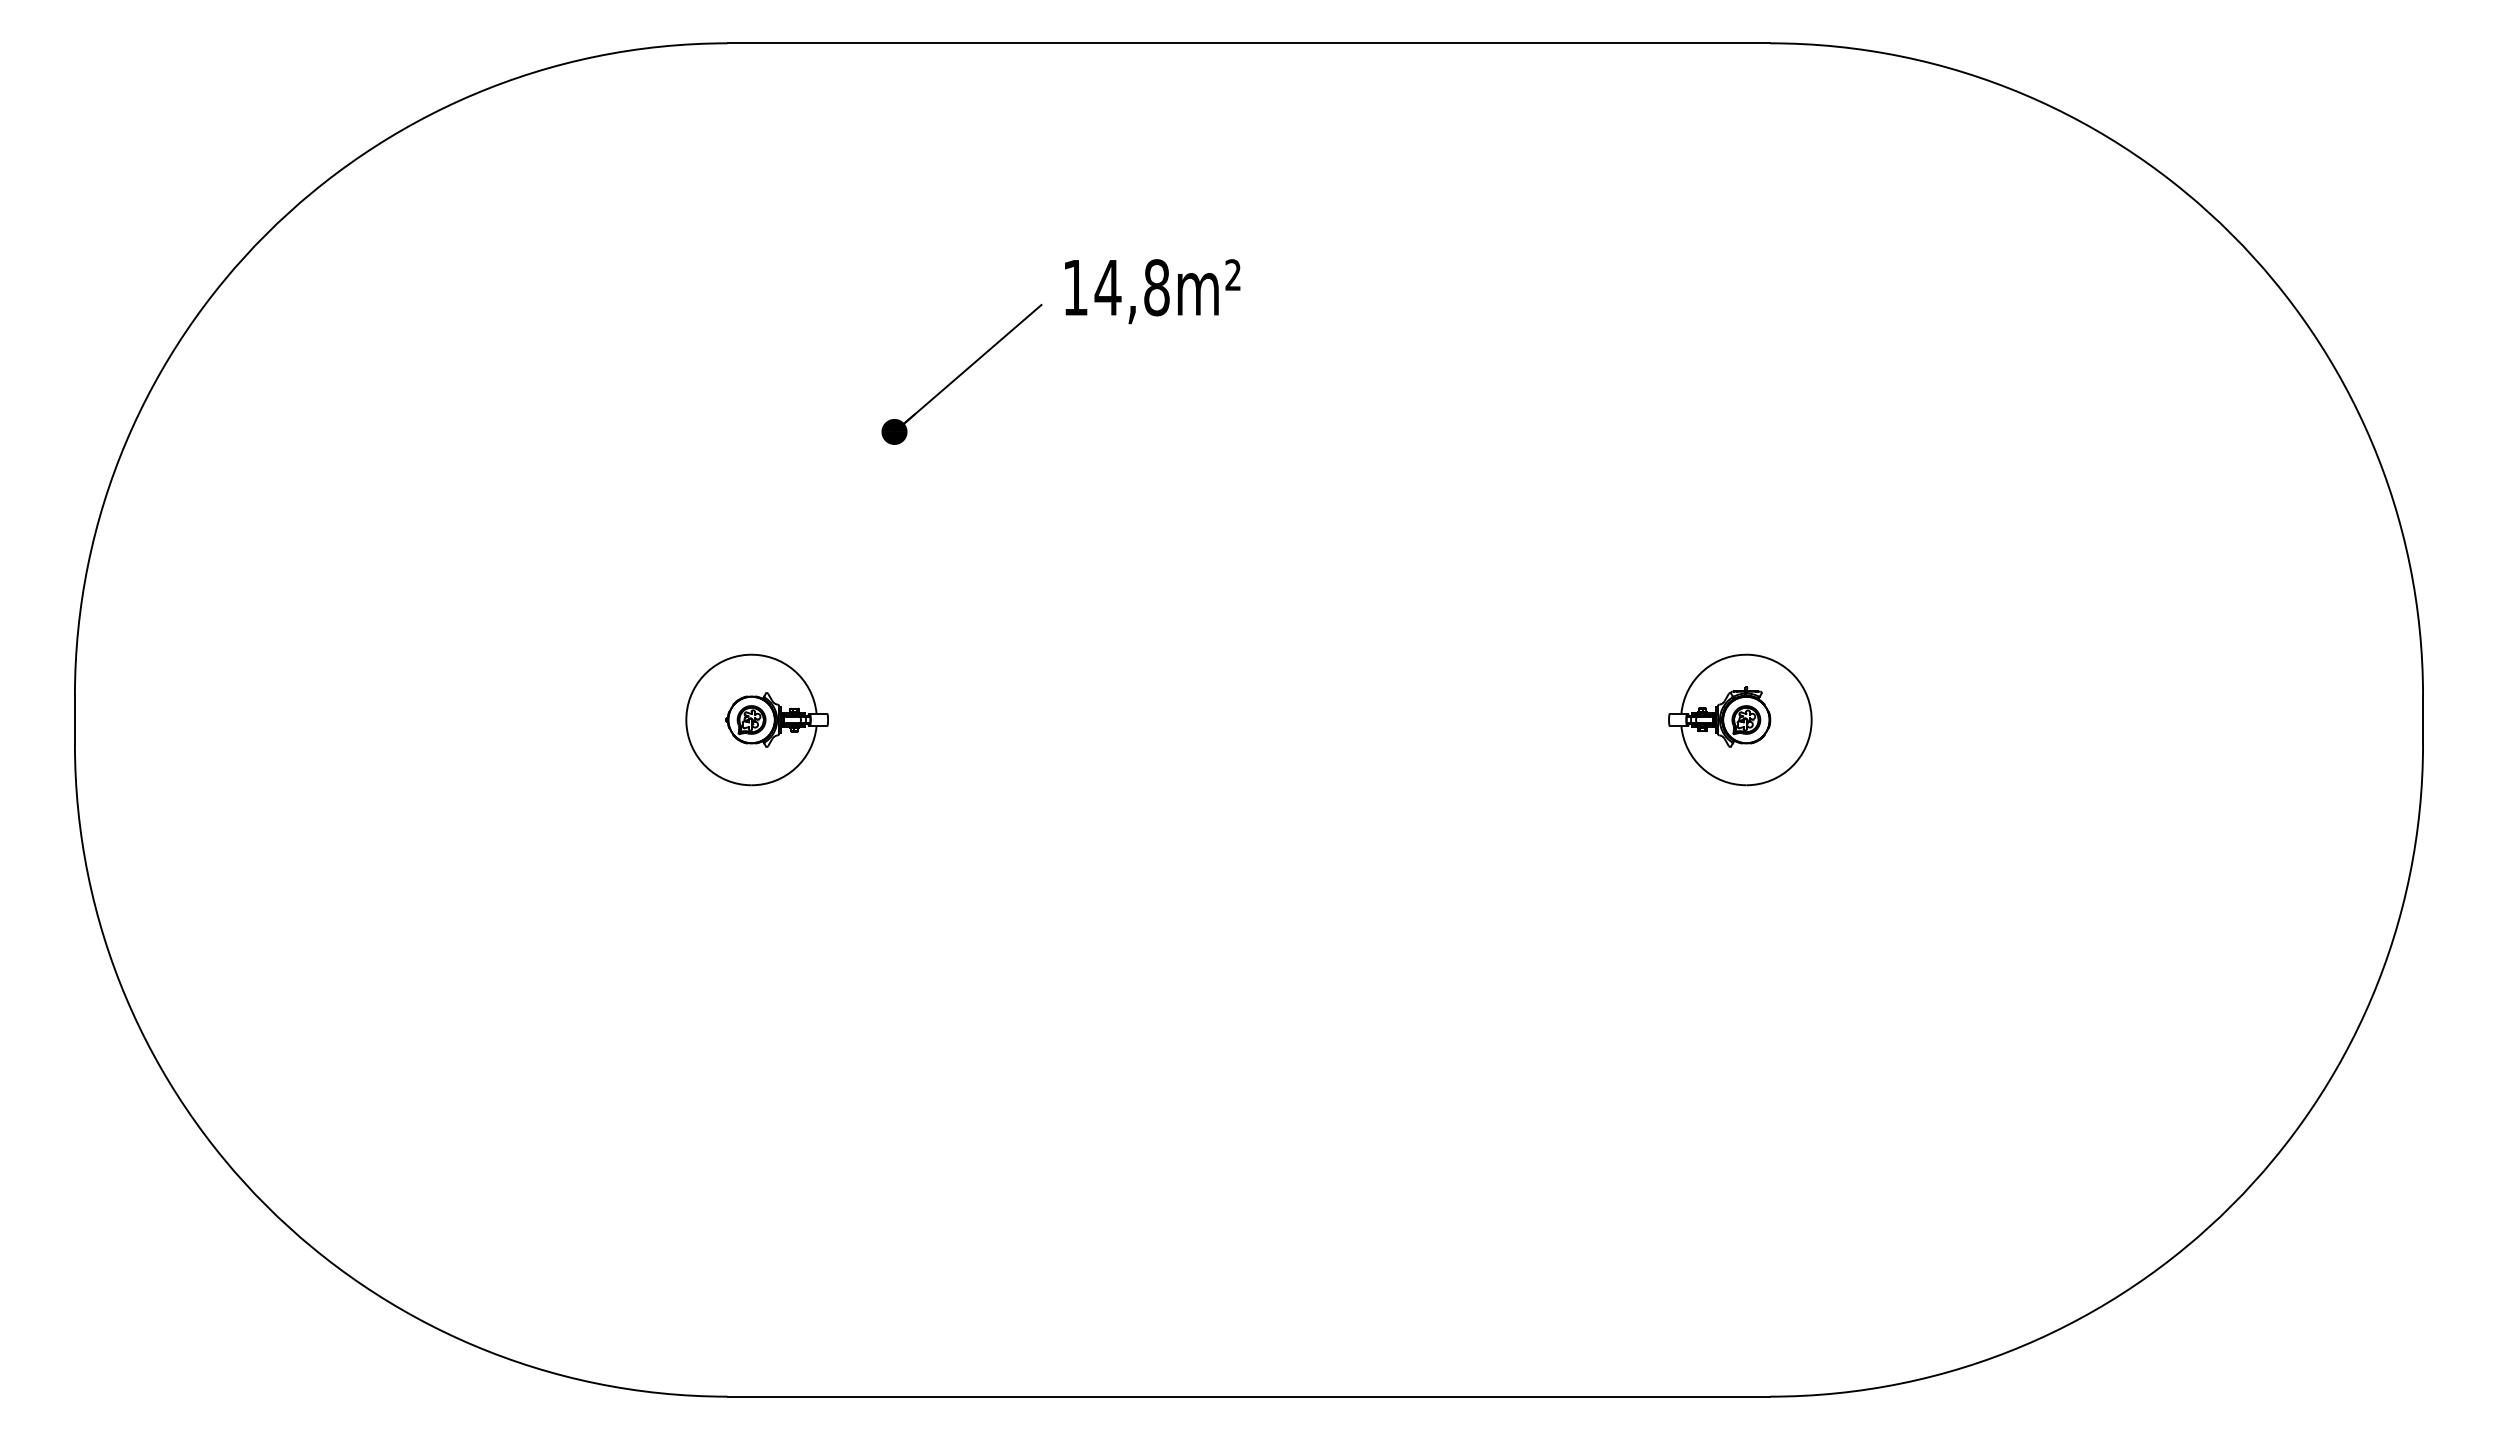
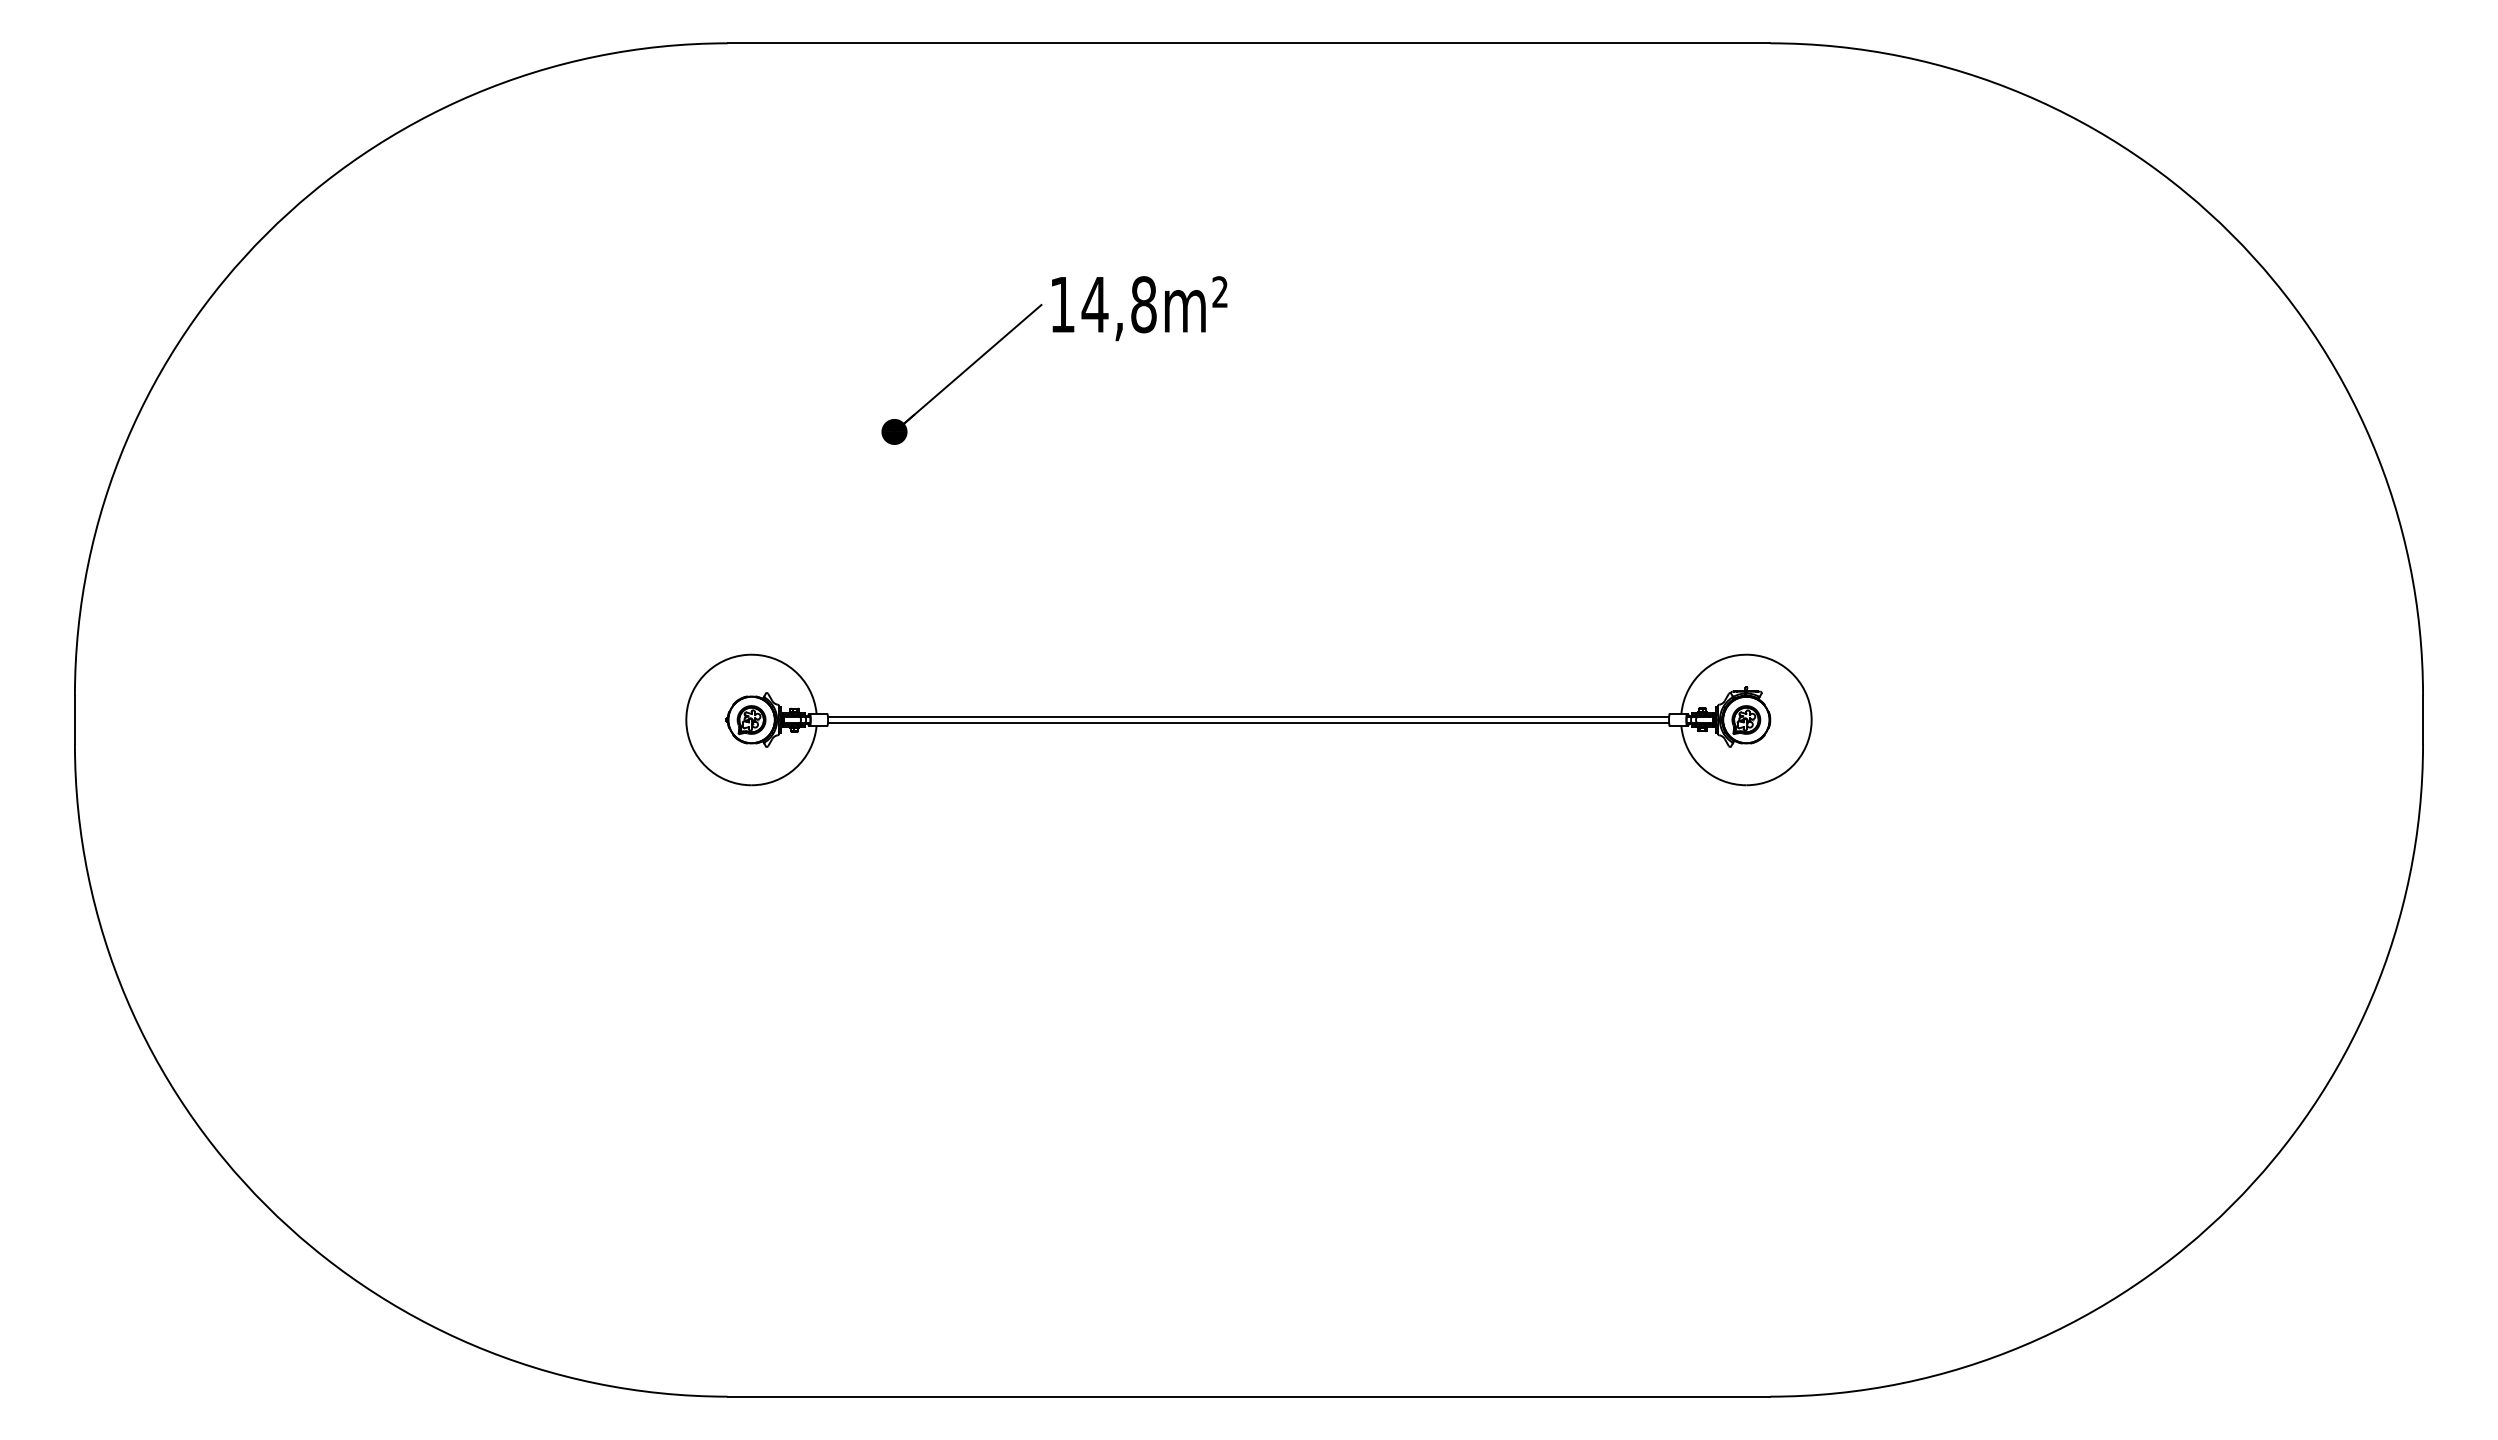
text at (1152, 291) position: (1152, 291) -> (1139, 308)
line at (1248, 716): none -> present
line at (1248, 723): none -> present
